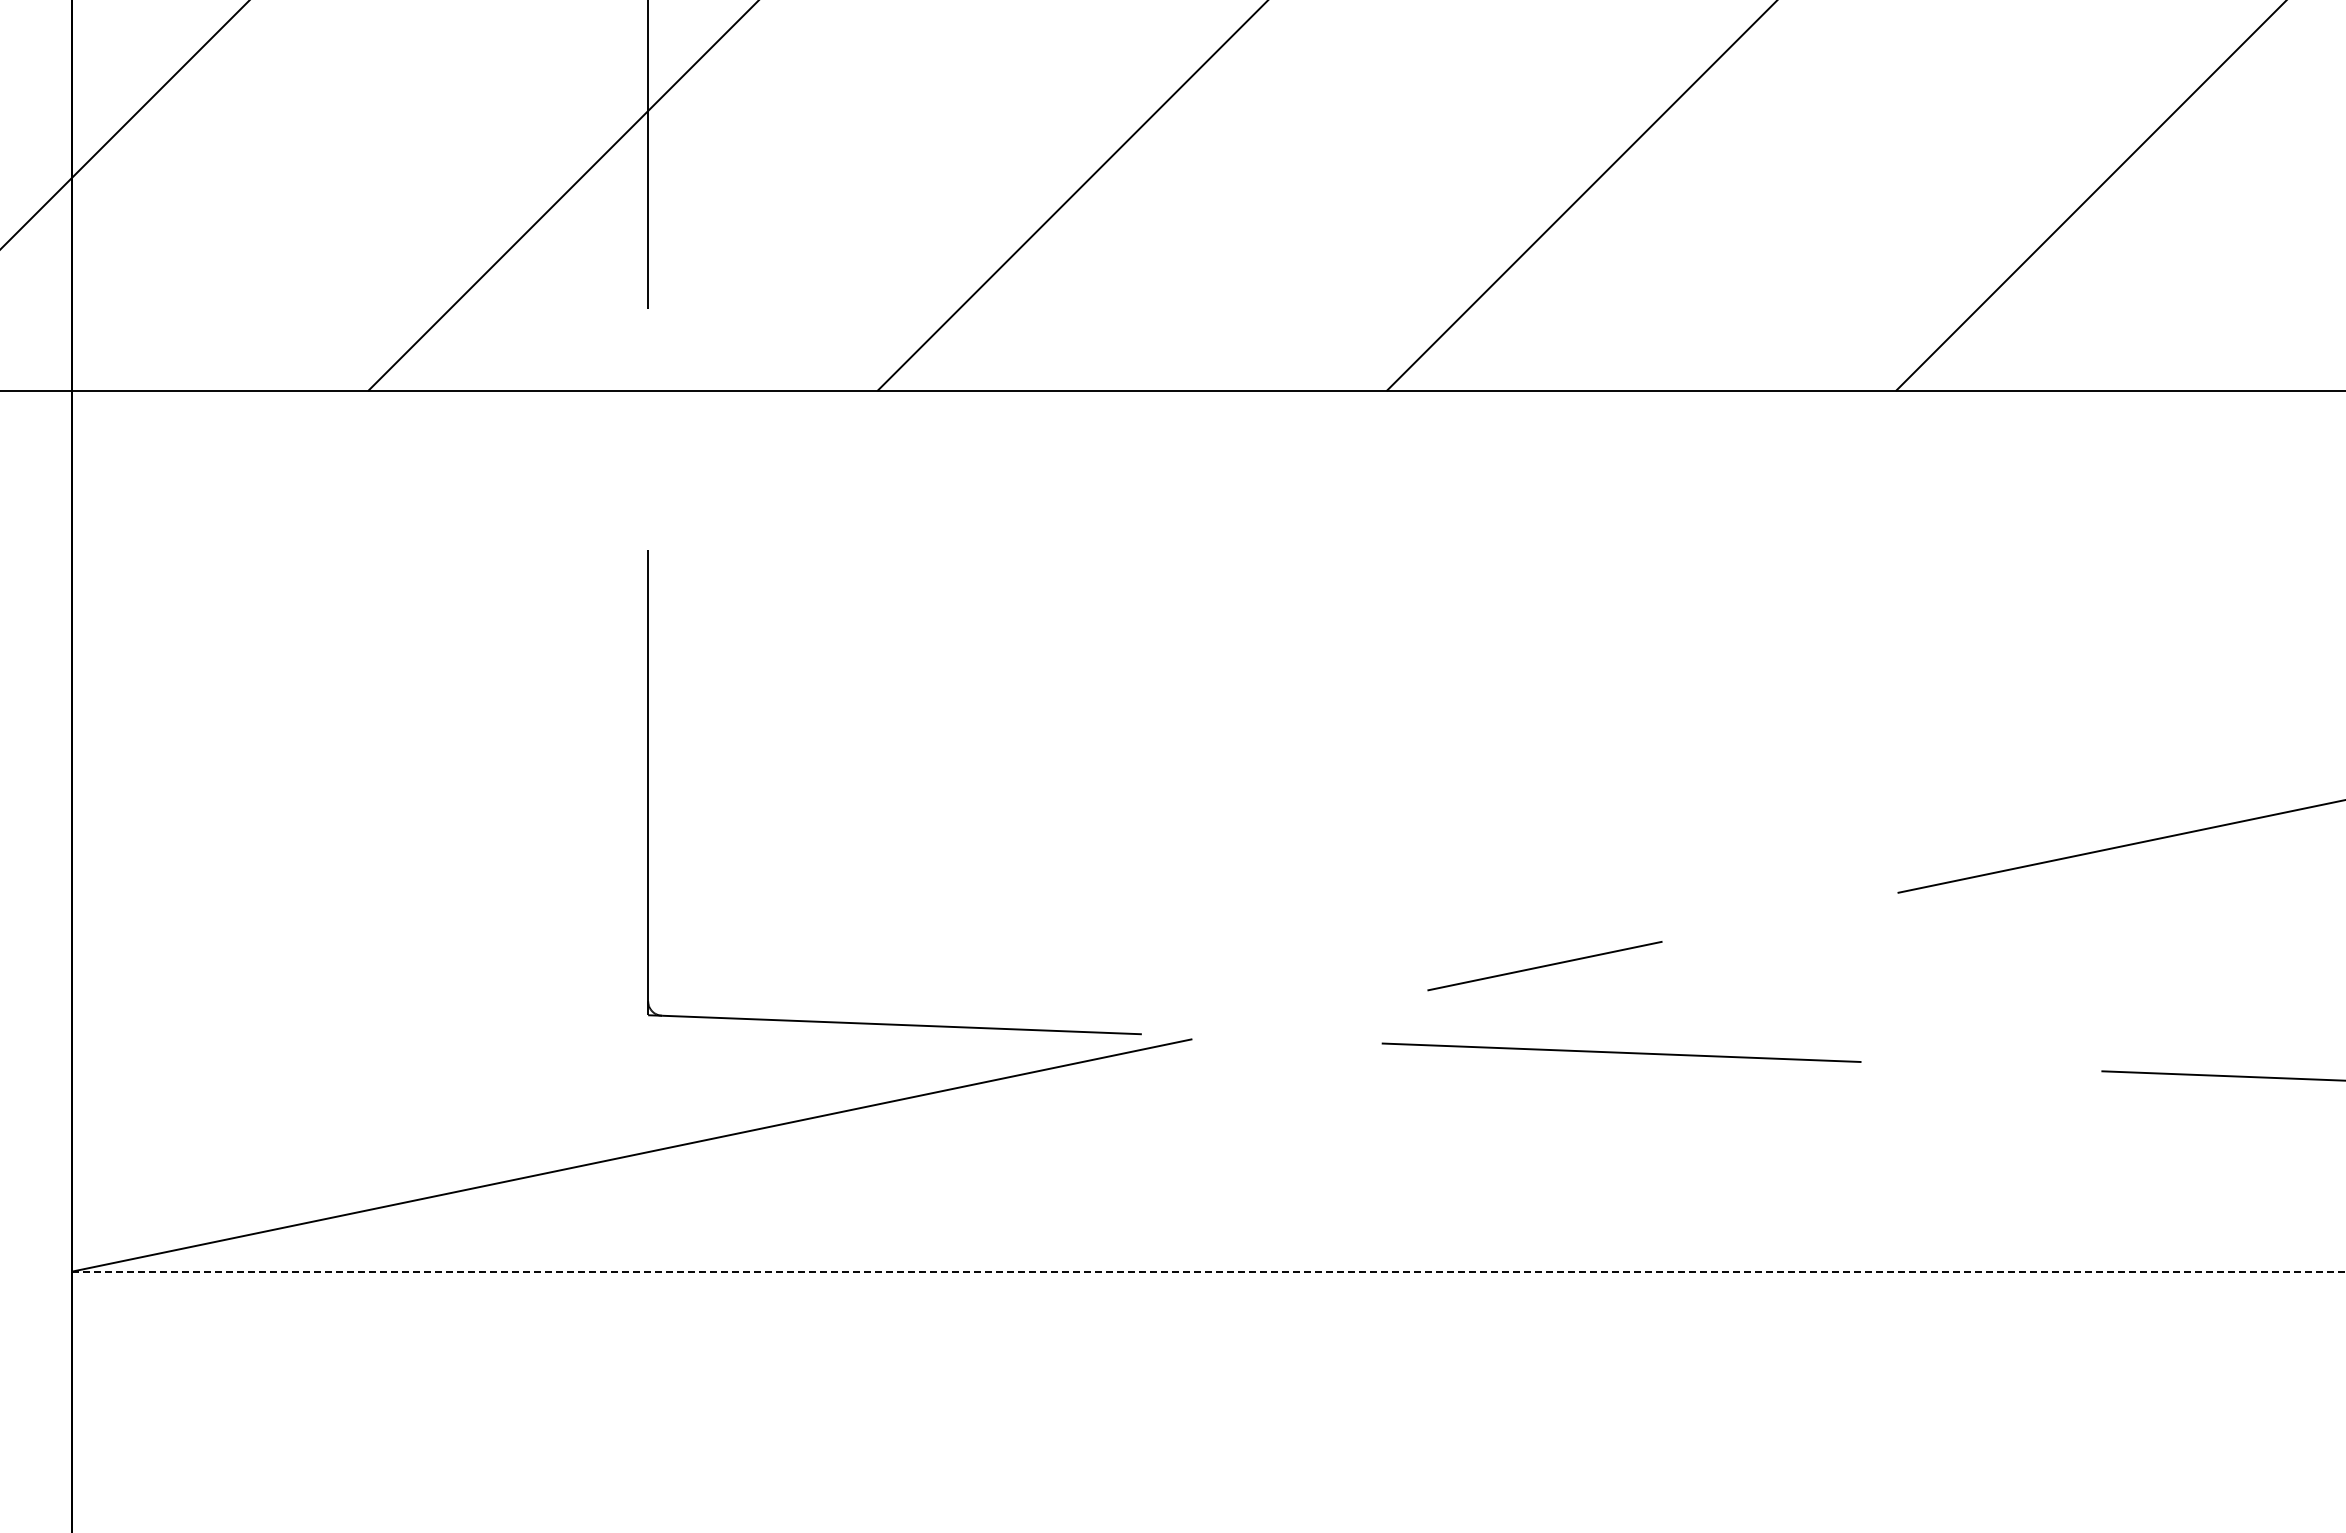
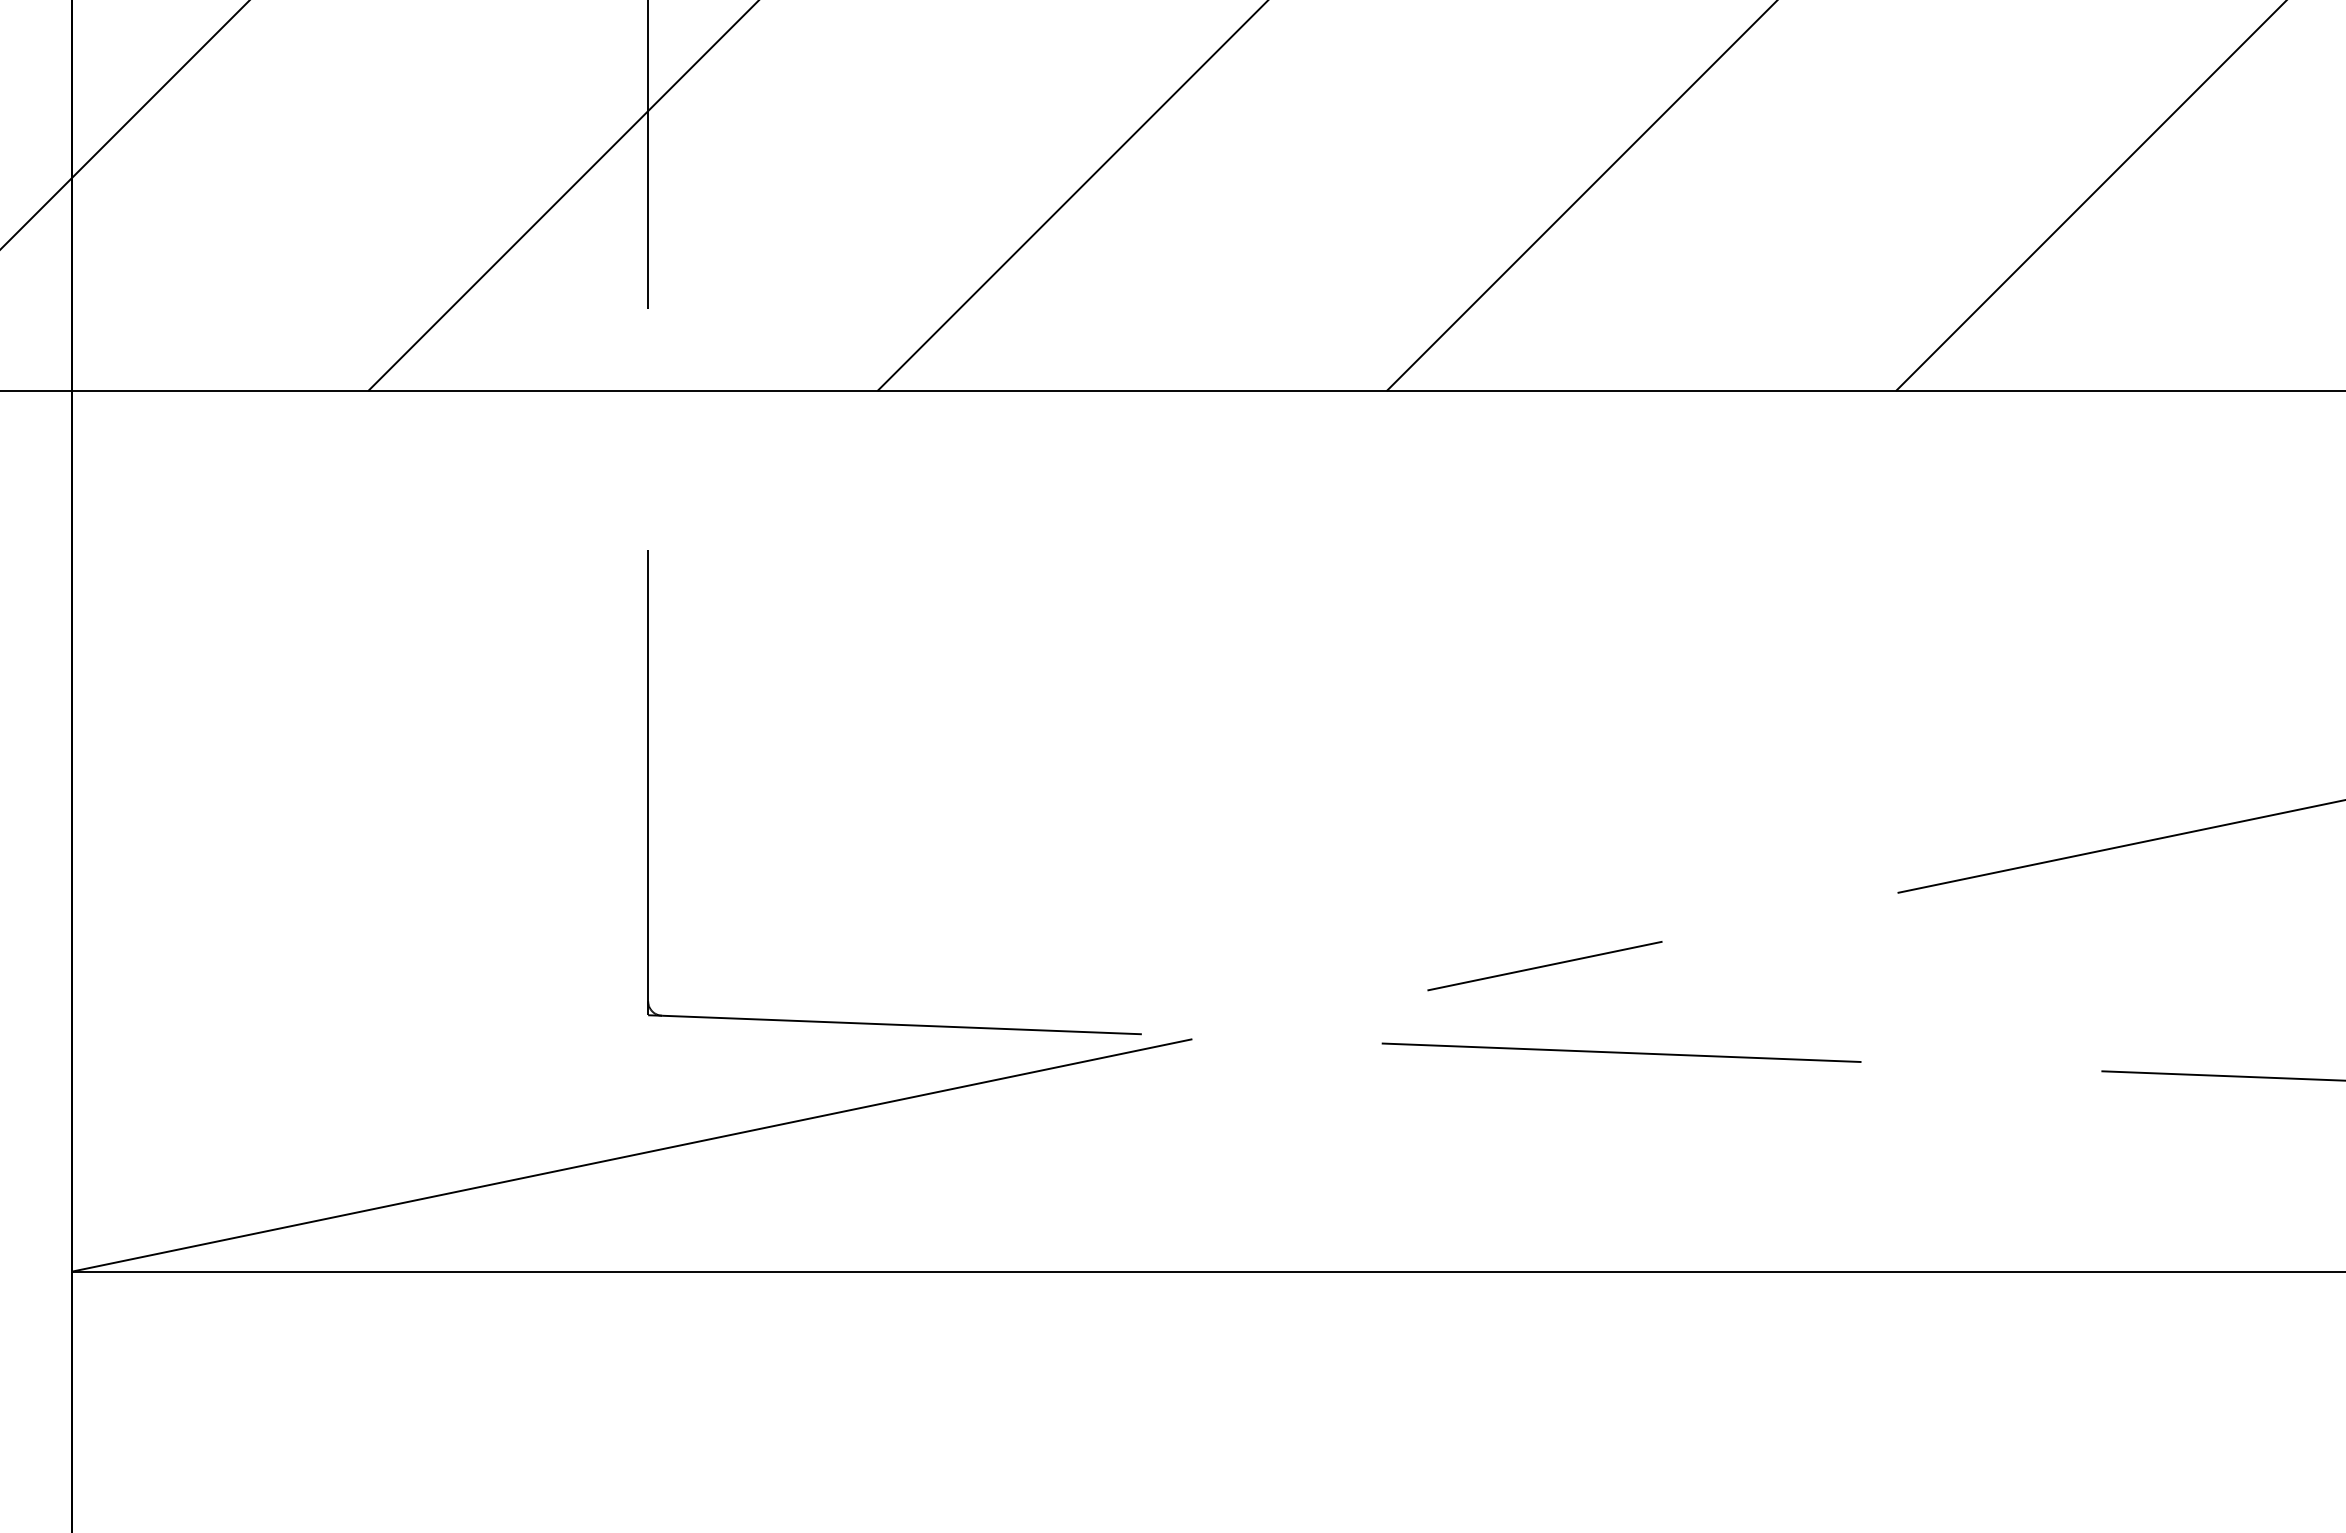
line at (1208, 1271): dashed -> solid
